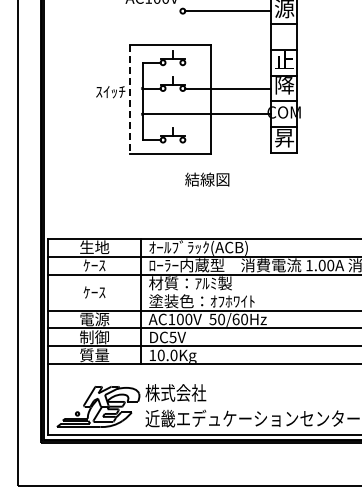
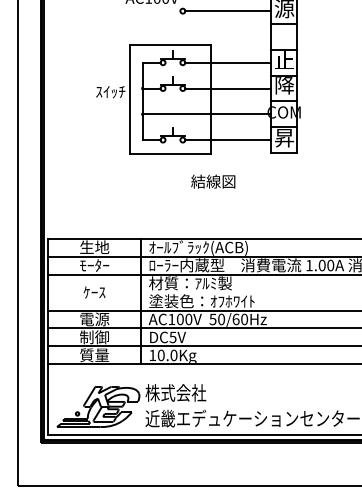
line at (228, 62): none -> present
line at (129, 100): dashed -> solid
line at (228, 140): none -> present
text at (207, 179) position: (207, 179) -> (213, 181)
text at (94, 265): ｹｰｽ -> ﾓｰﾀｰ
